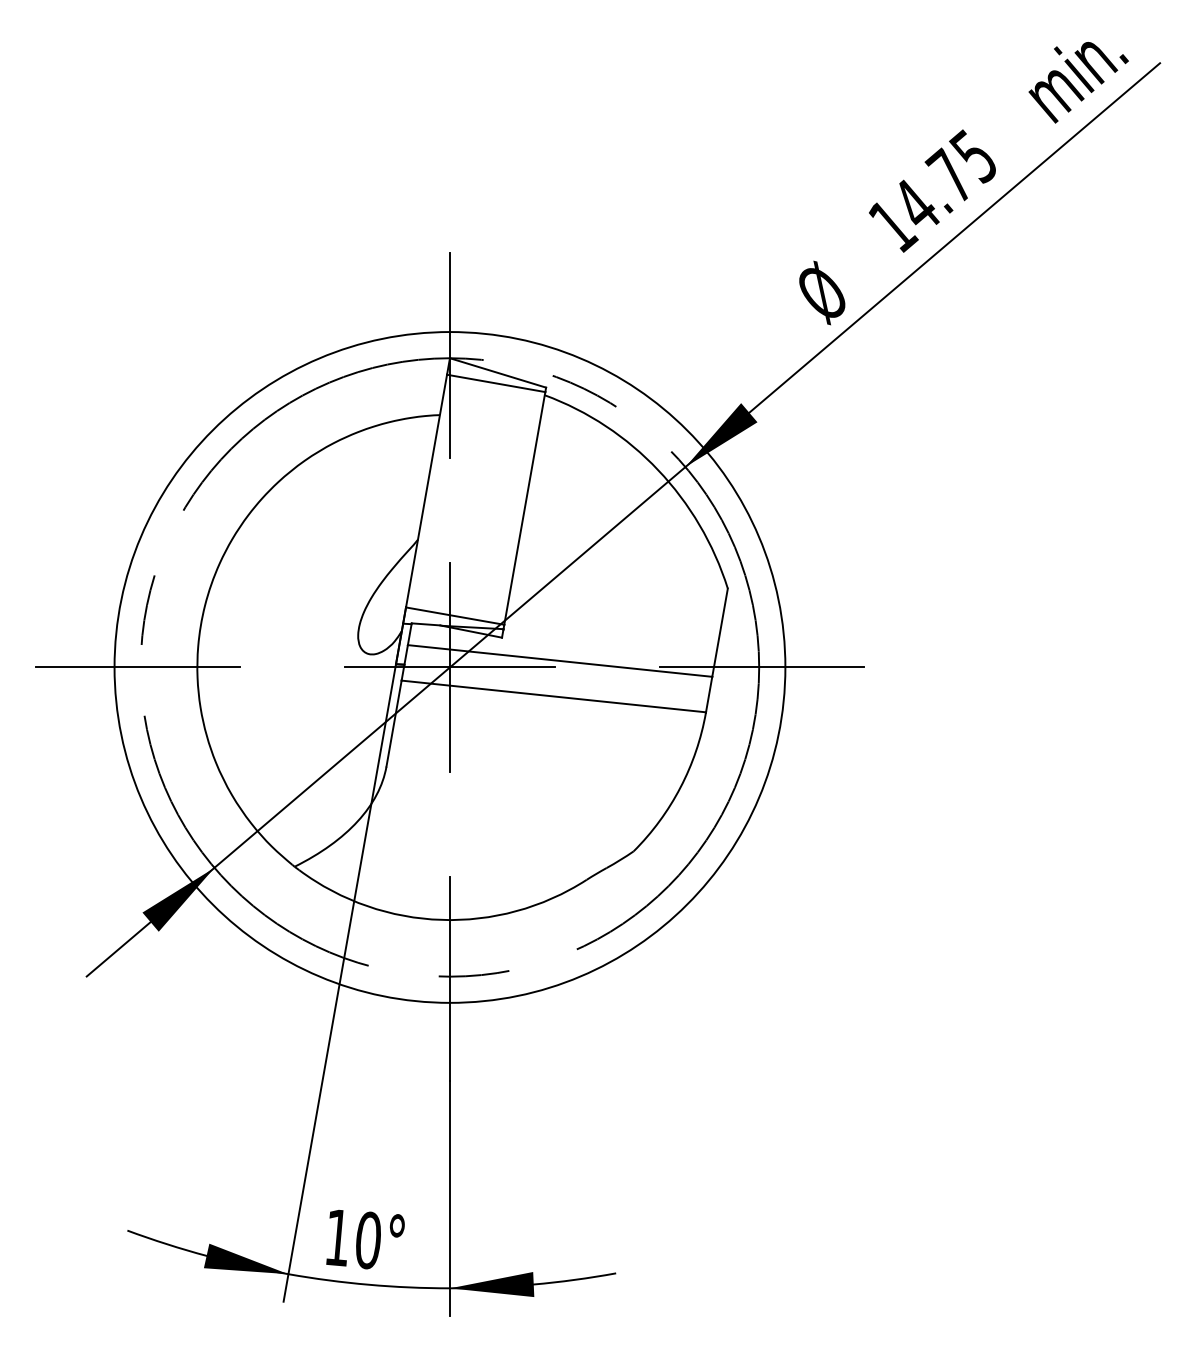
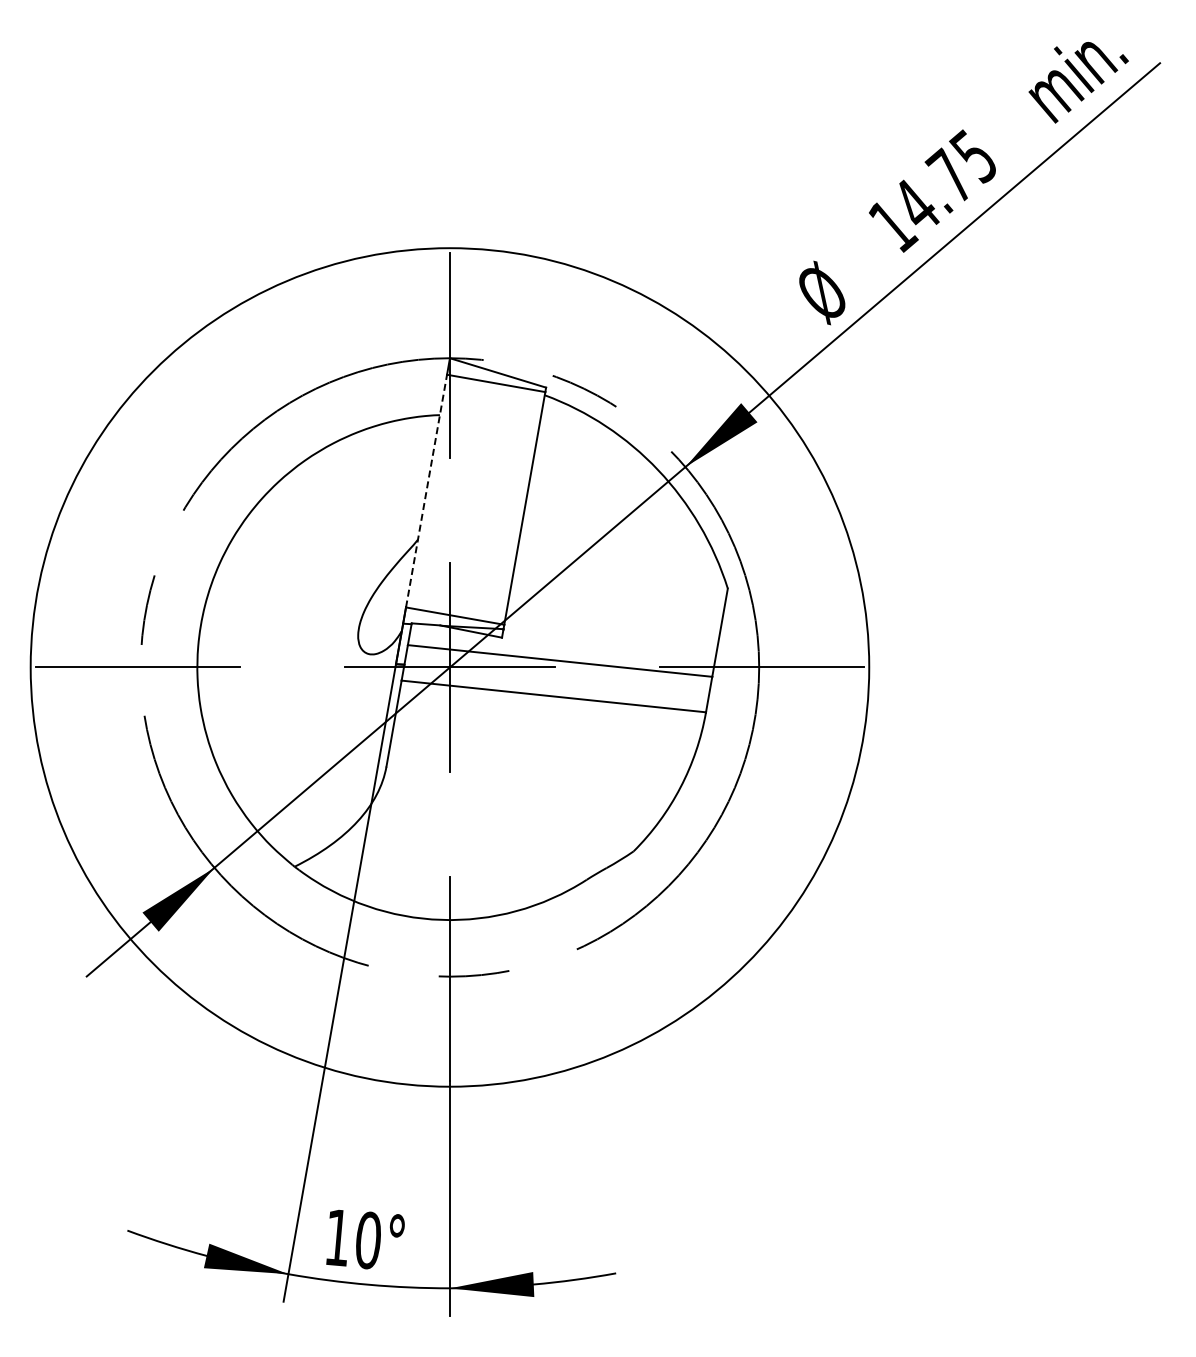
line at (426, 490): solid -> dashed
circle at (449, 667) diameter: 671 px -> 839 px
